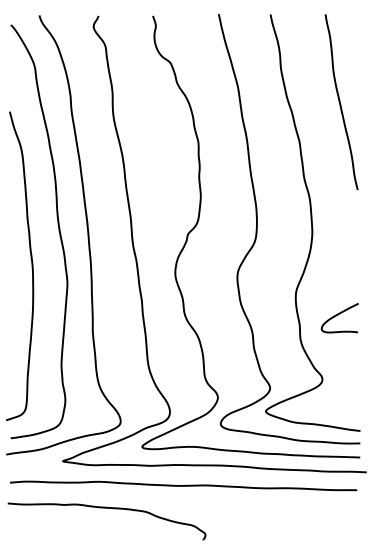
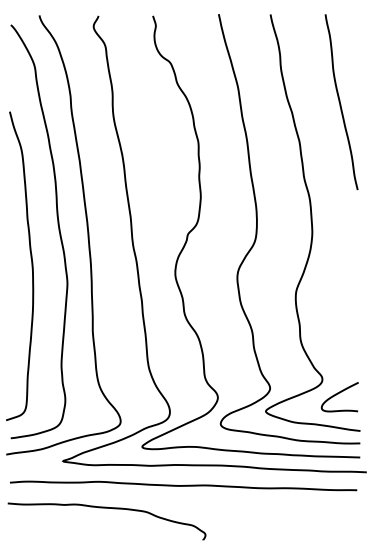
curve at (338, 315) position: (338, 315) -> (338, 394)
